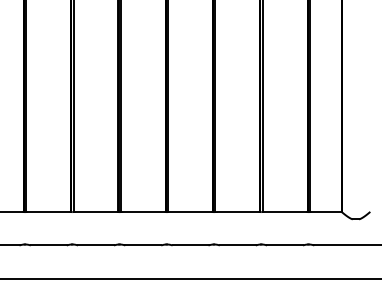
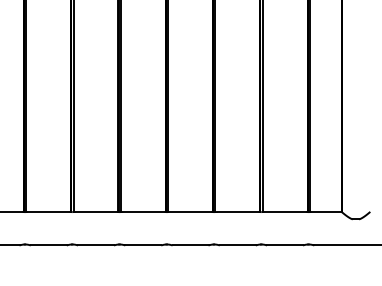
line at (190, 278): present -> none
